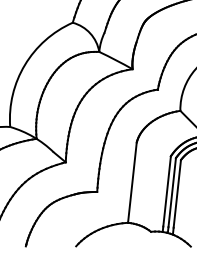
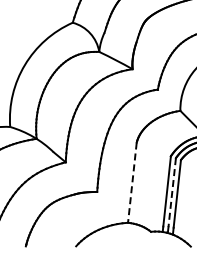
line at (132, 183): solid -> dashed
line at (172, 192): solid -> dashed
